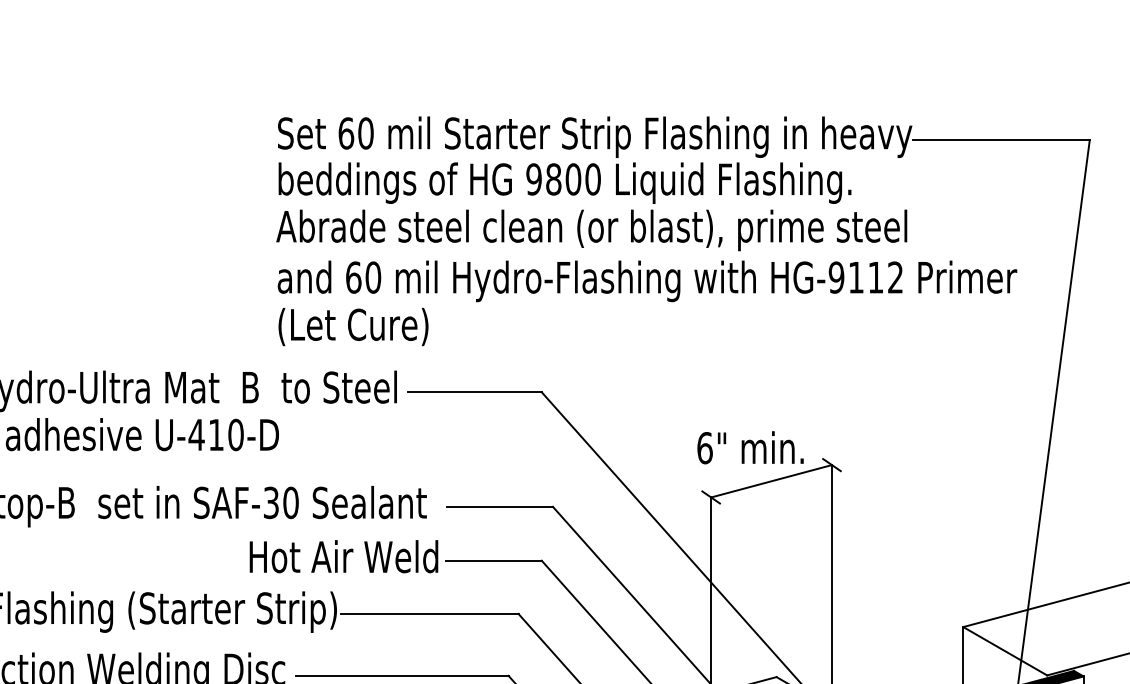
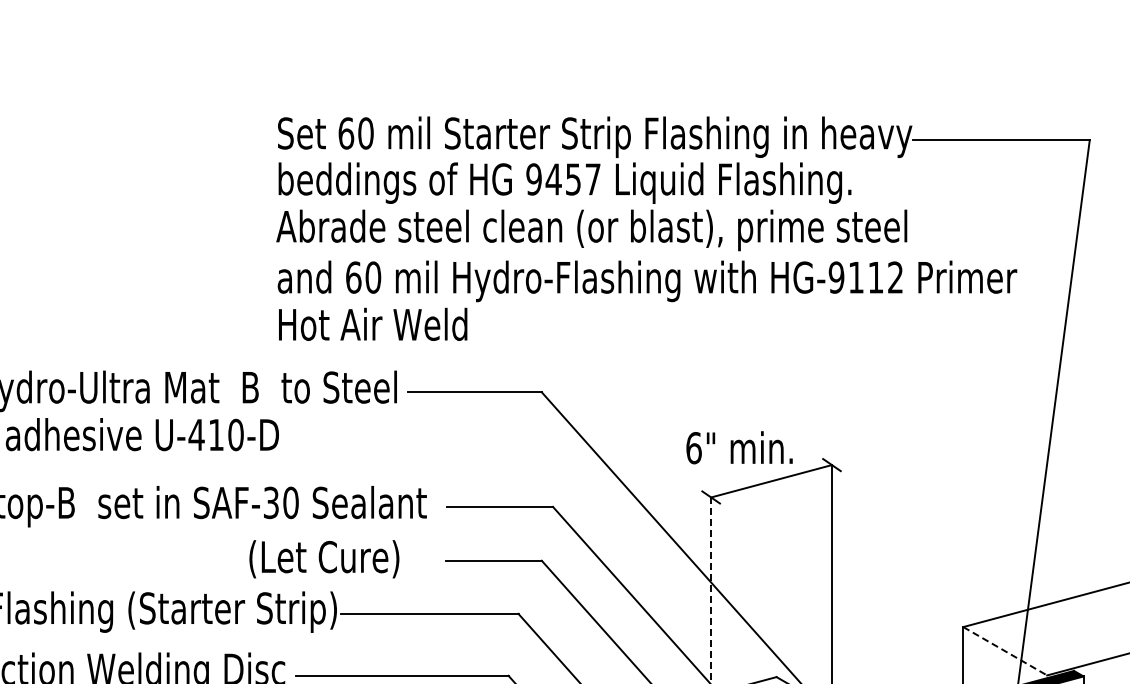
text at (572, 179): 9800 -> 9457
text at (372, 326): (Let Cure) -> Hot Air Weld
text at (750, 447) position: (750, 447) -> (739, 447)
text at (343, 559): Hot Air Weld -> (Let Cure)
line at (711, 590): solid -> dashed
line at (1005, 651): solid -> dashed
